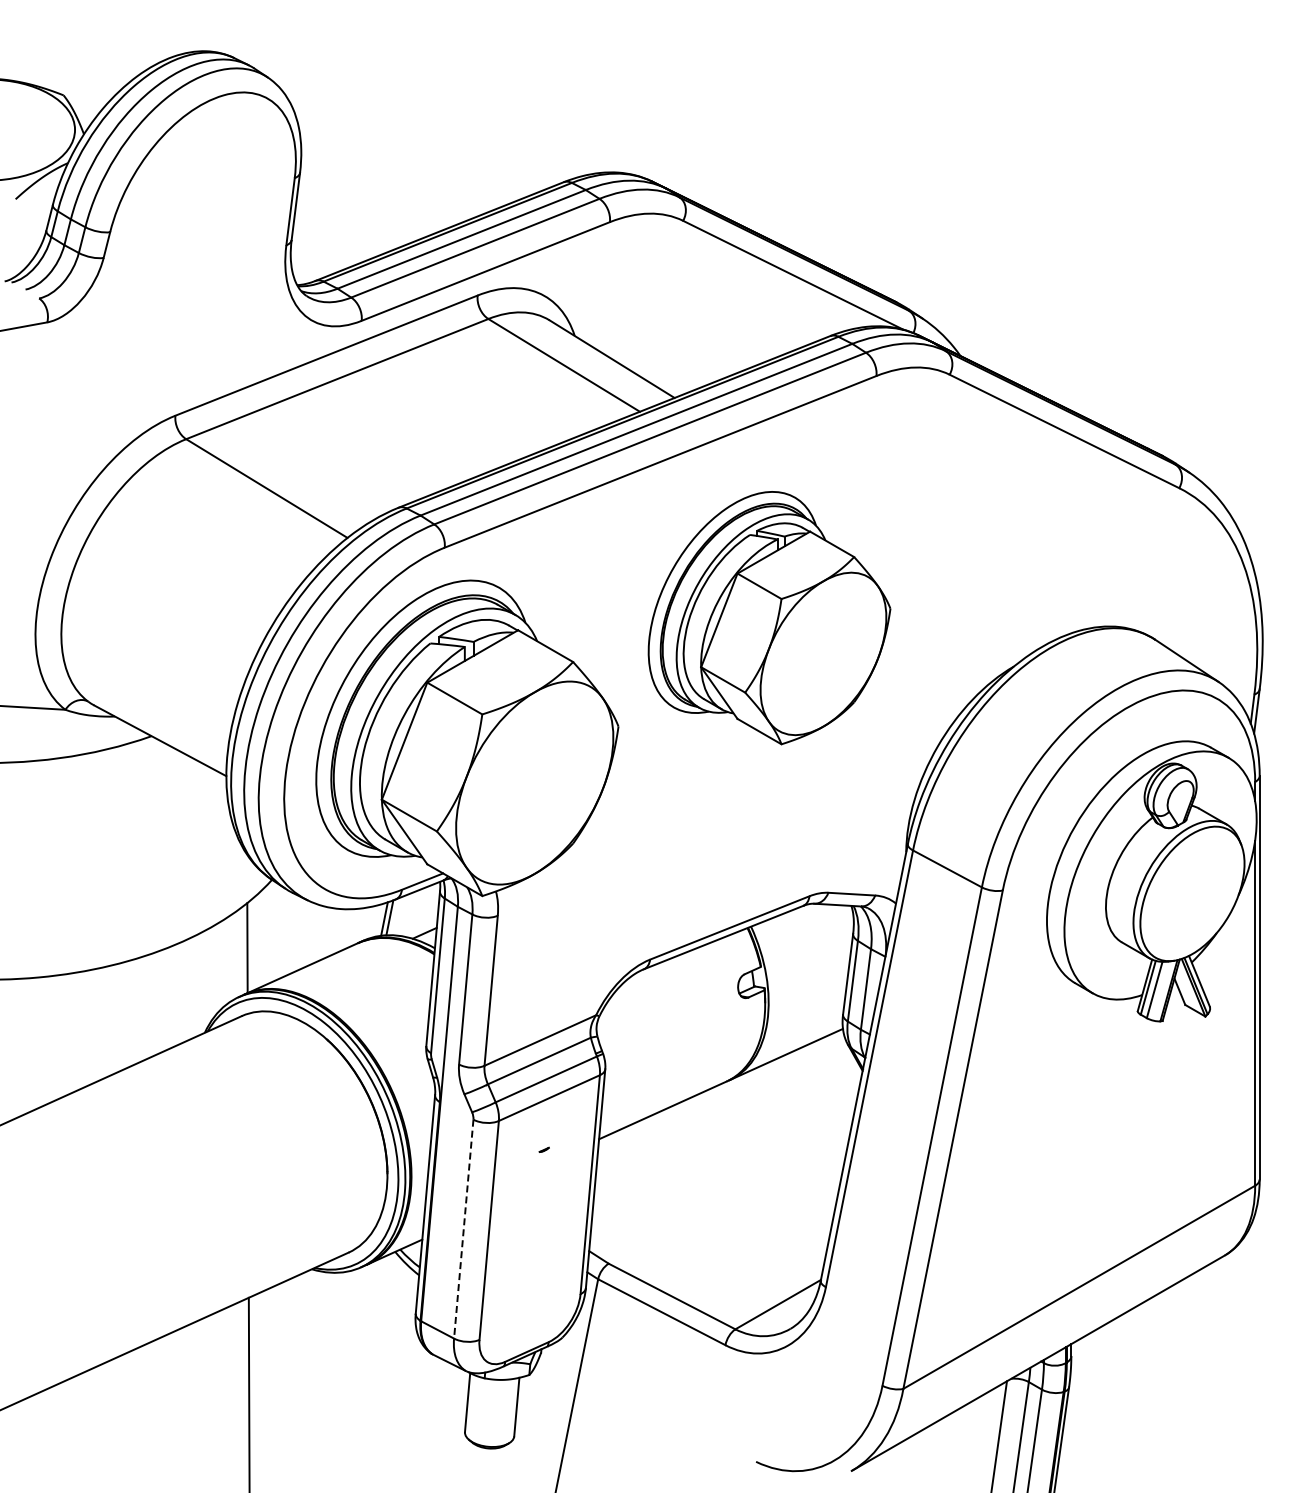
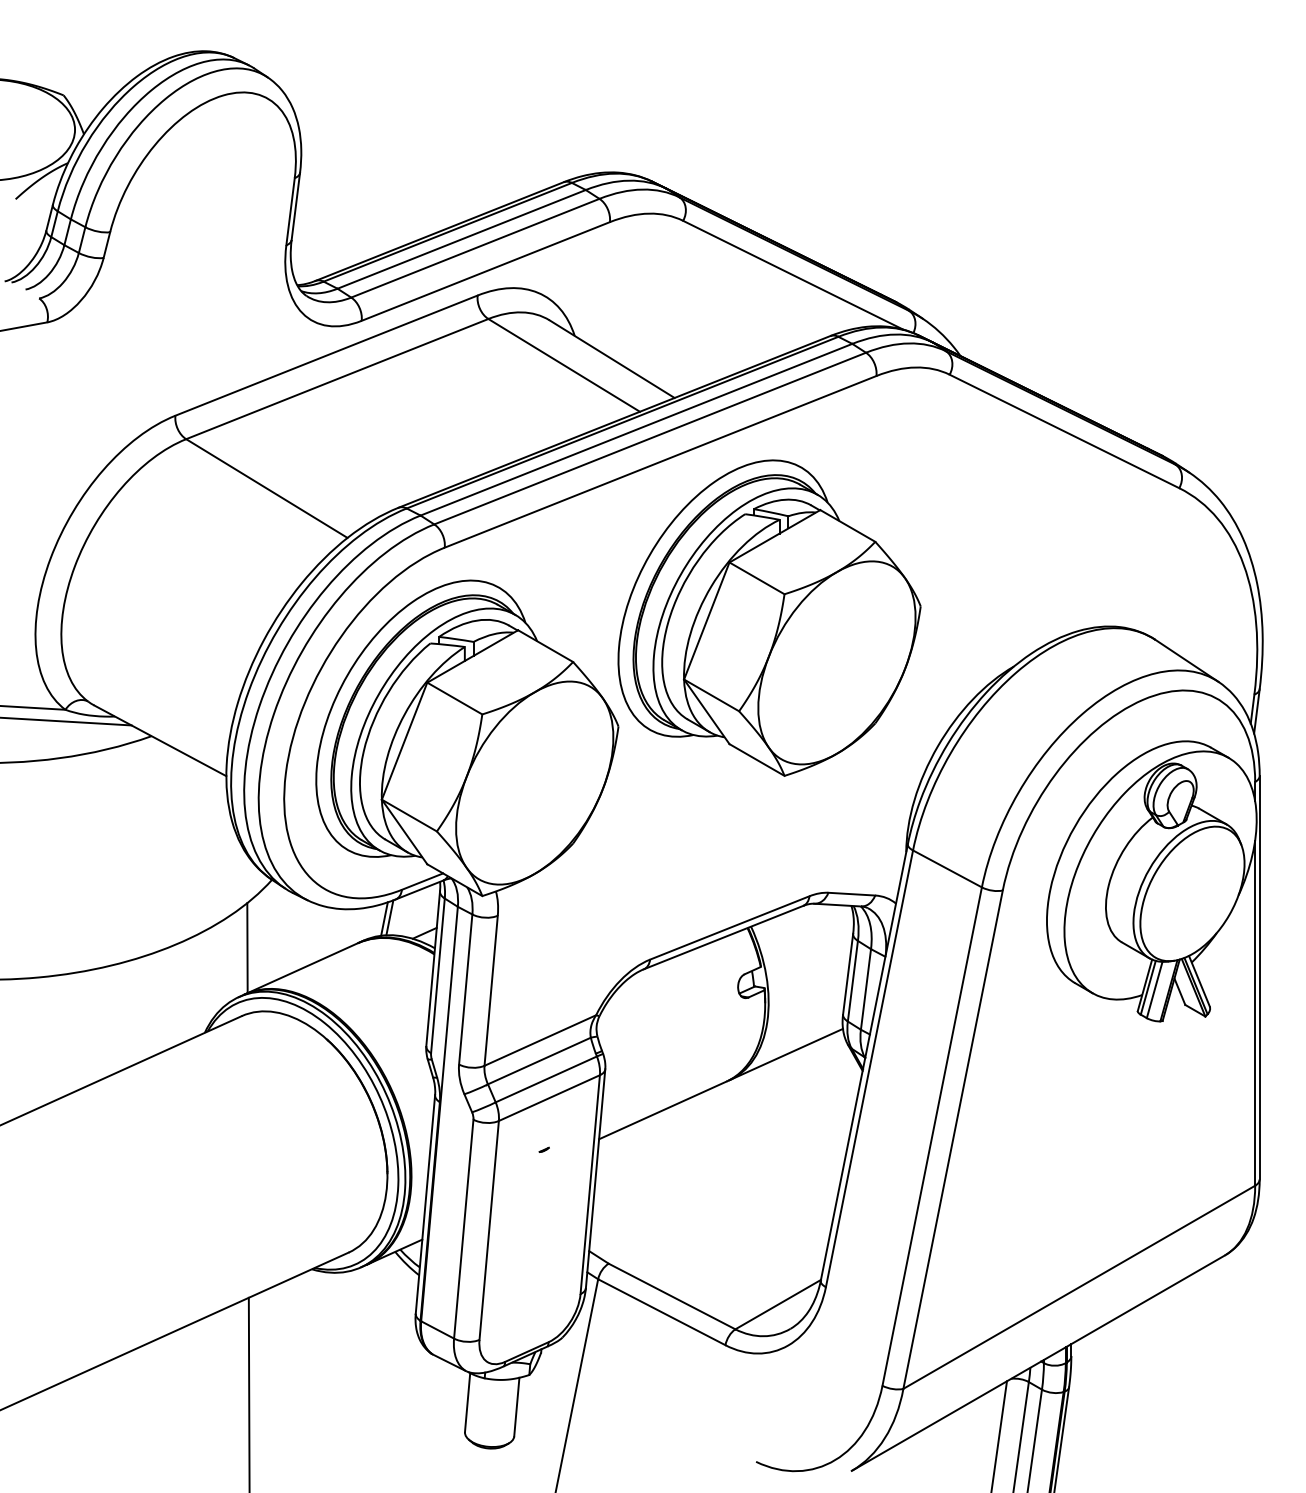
part at (769, 618) size: 245x255 px -> 305x318 px
line at (66, 721): none -> present
line at (463, 1229): dashed -> solid
